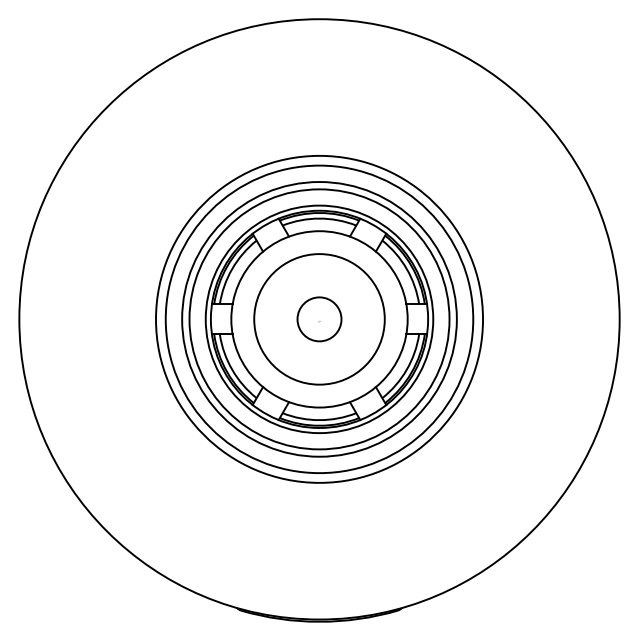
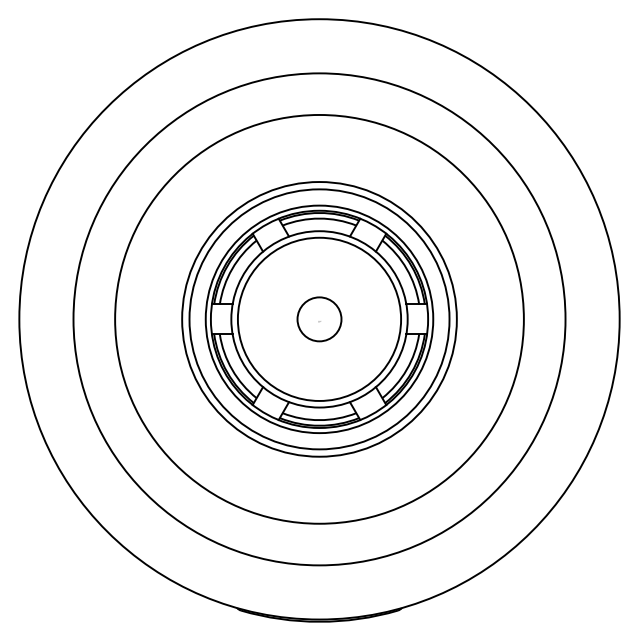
circle at (319, 318) diameter: 327 px -> 409 px
circle at (319, 319) diameter: 131 px -> 163 px
circle at (319, 319) diameter: 308 px -> 492 px
